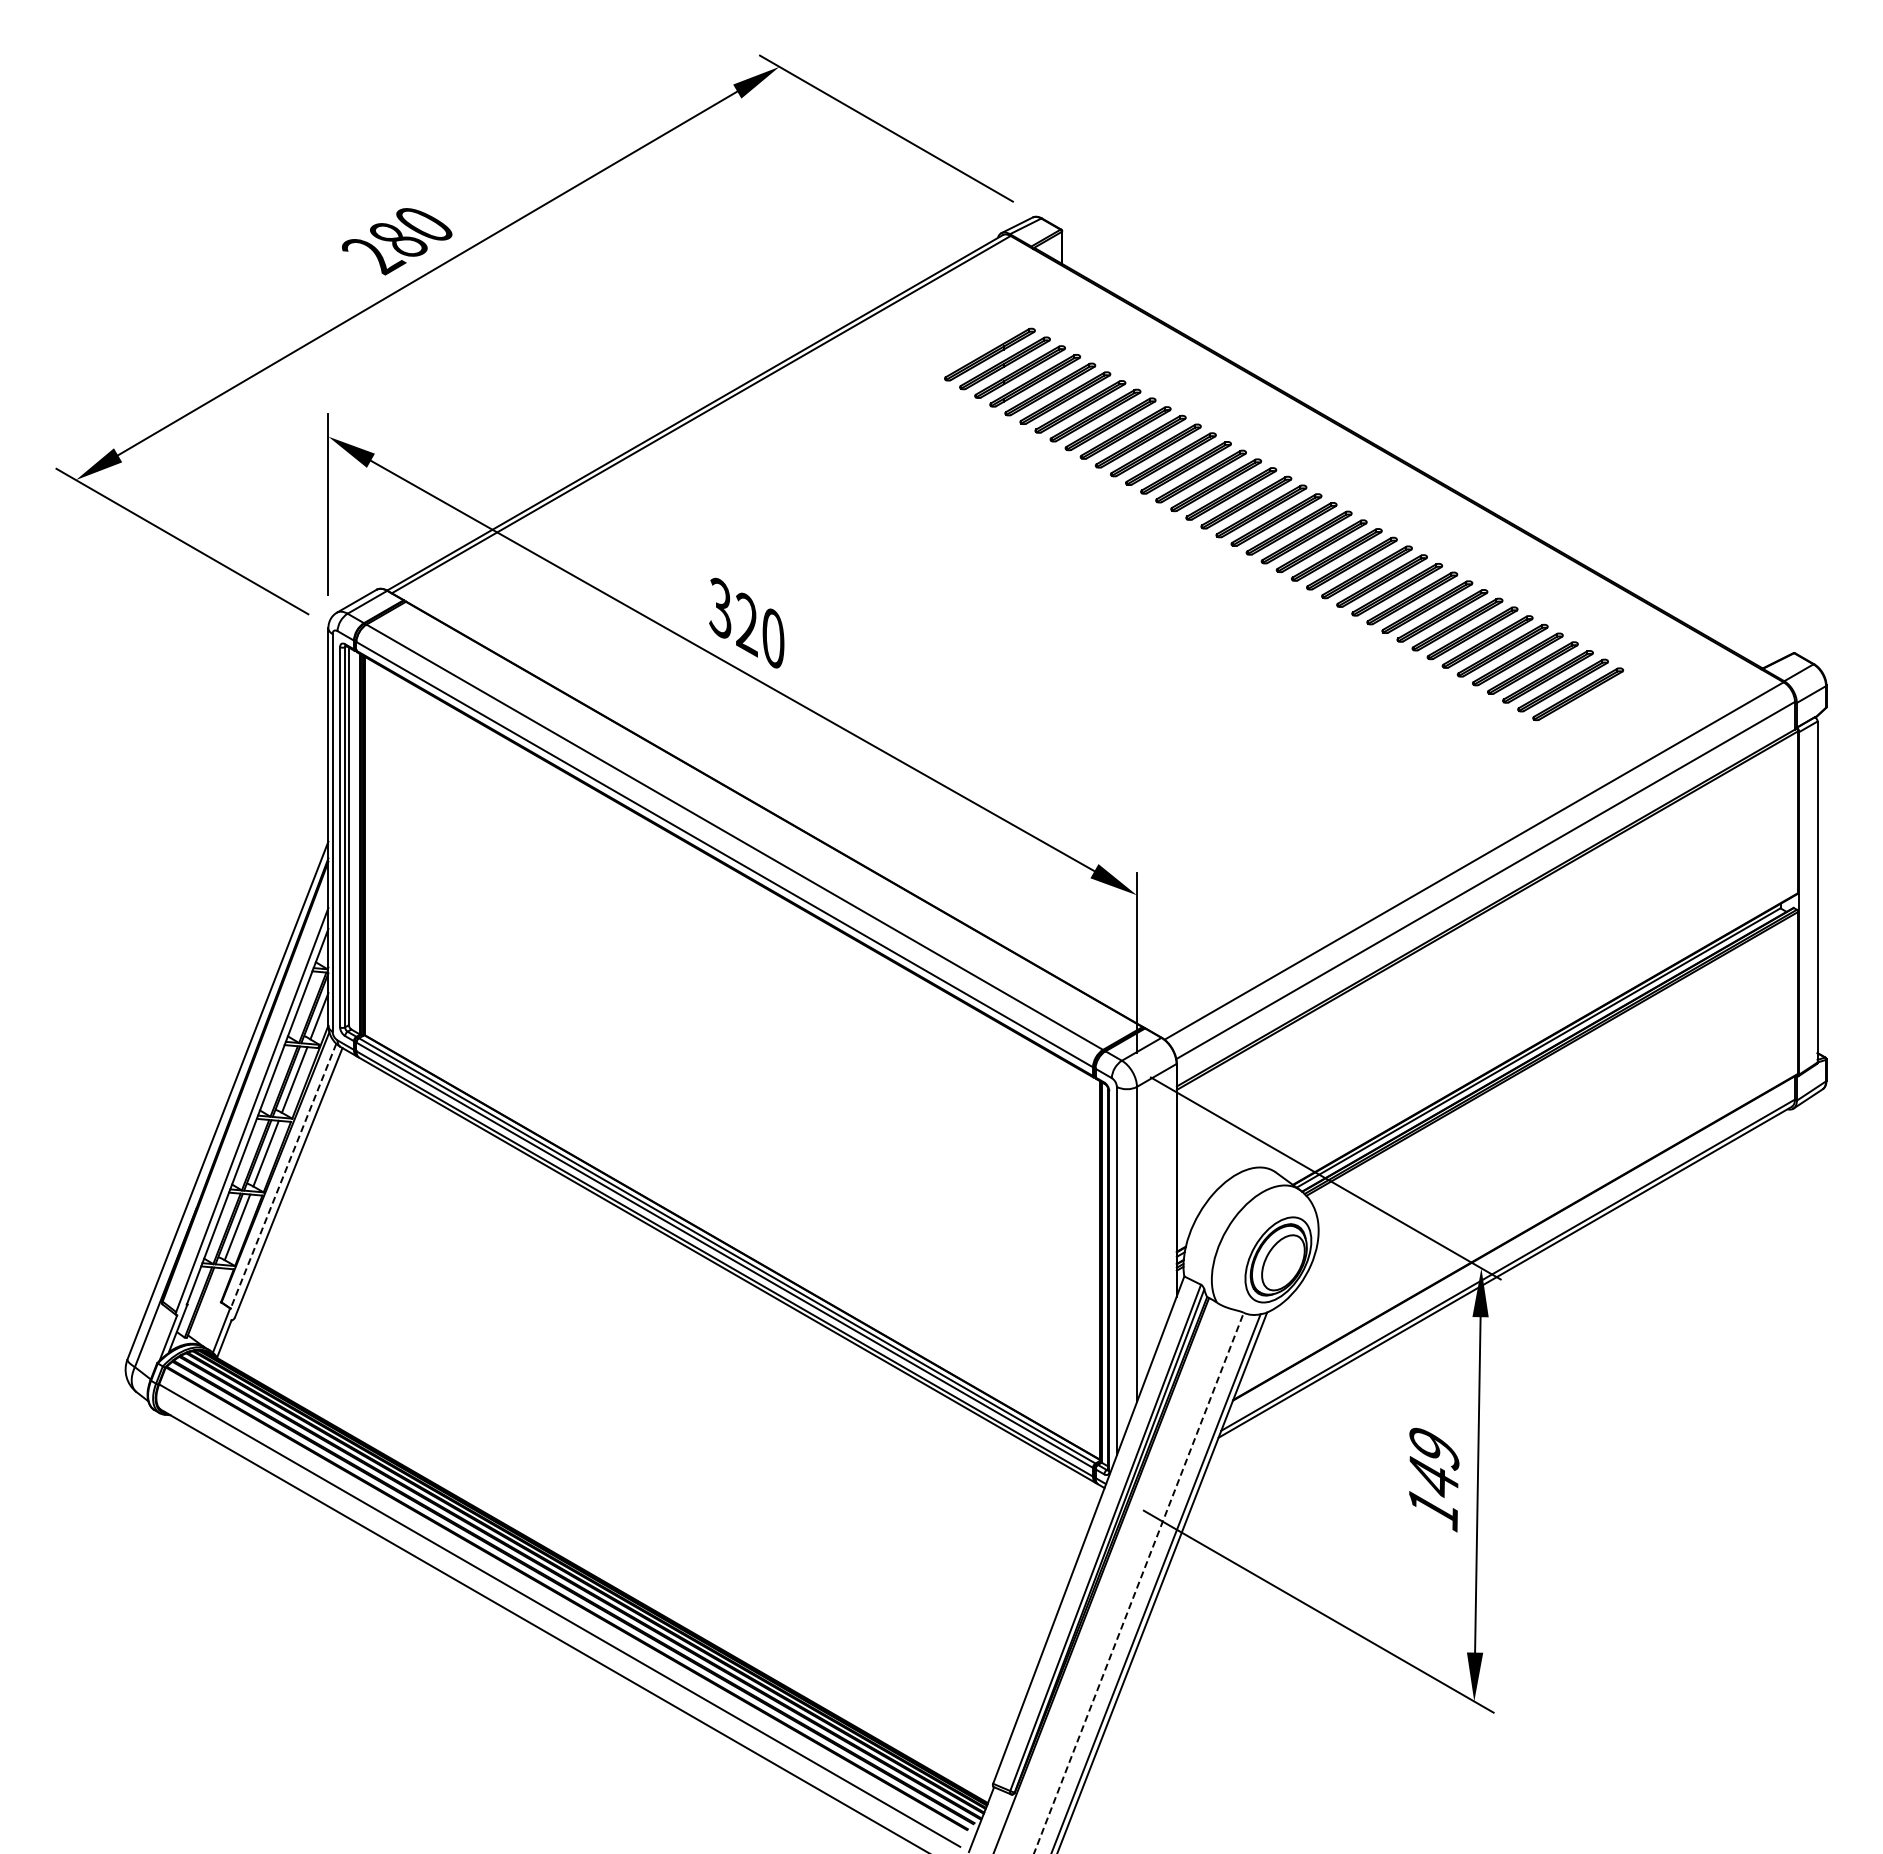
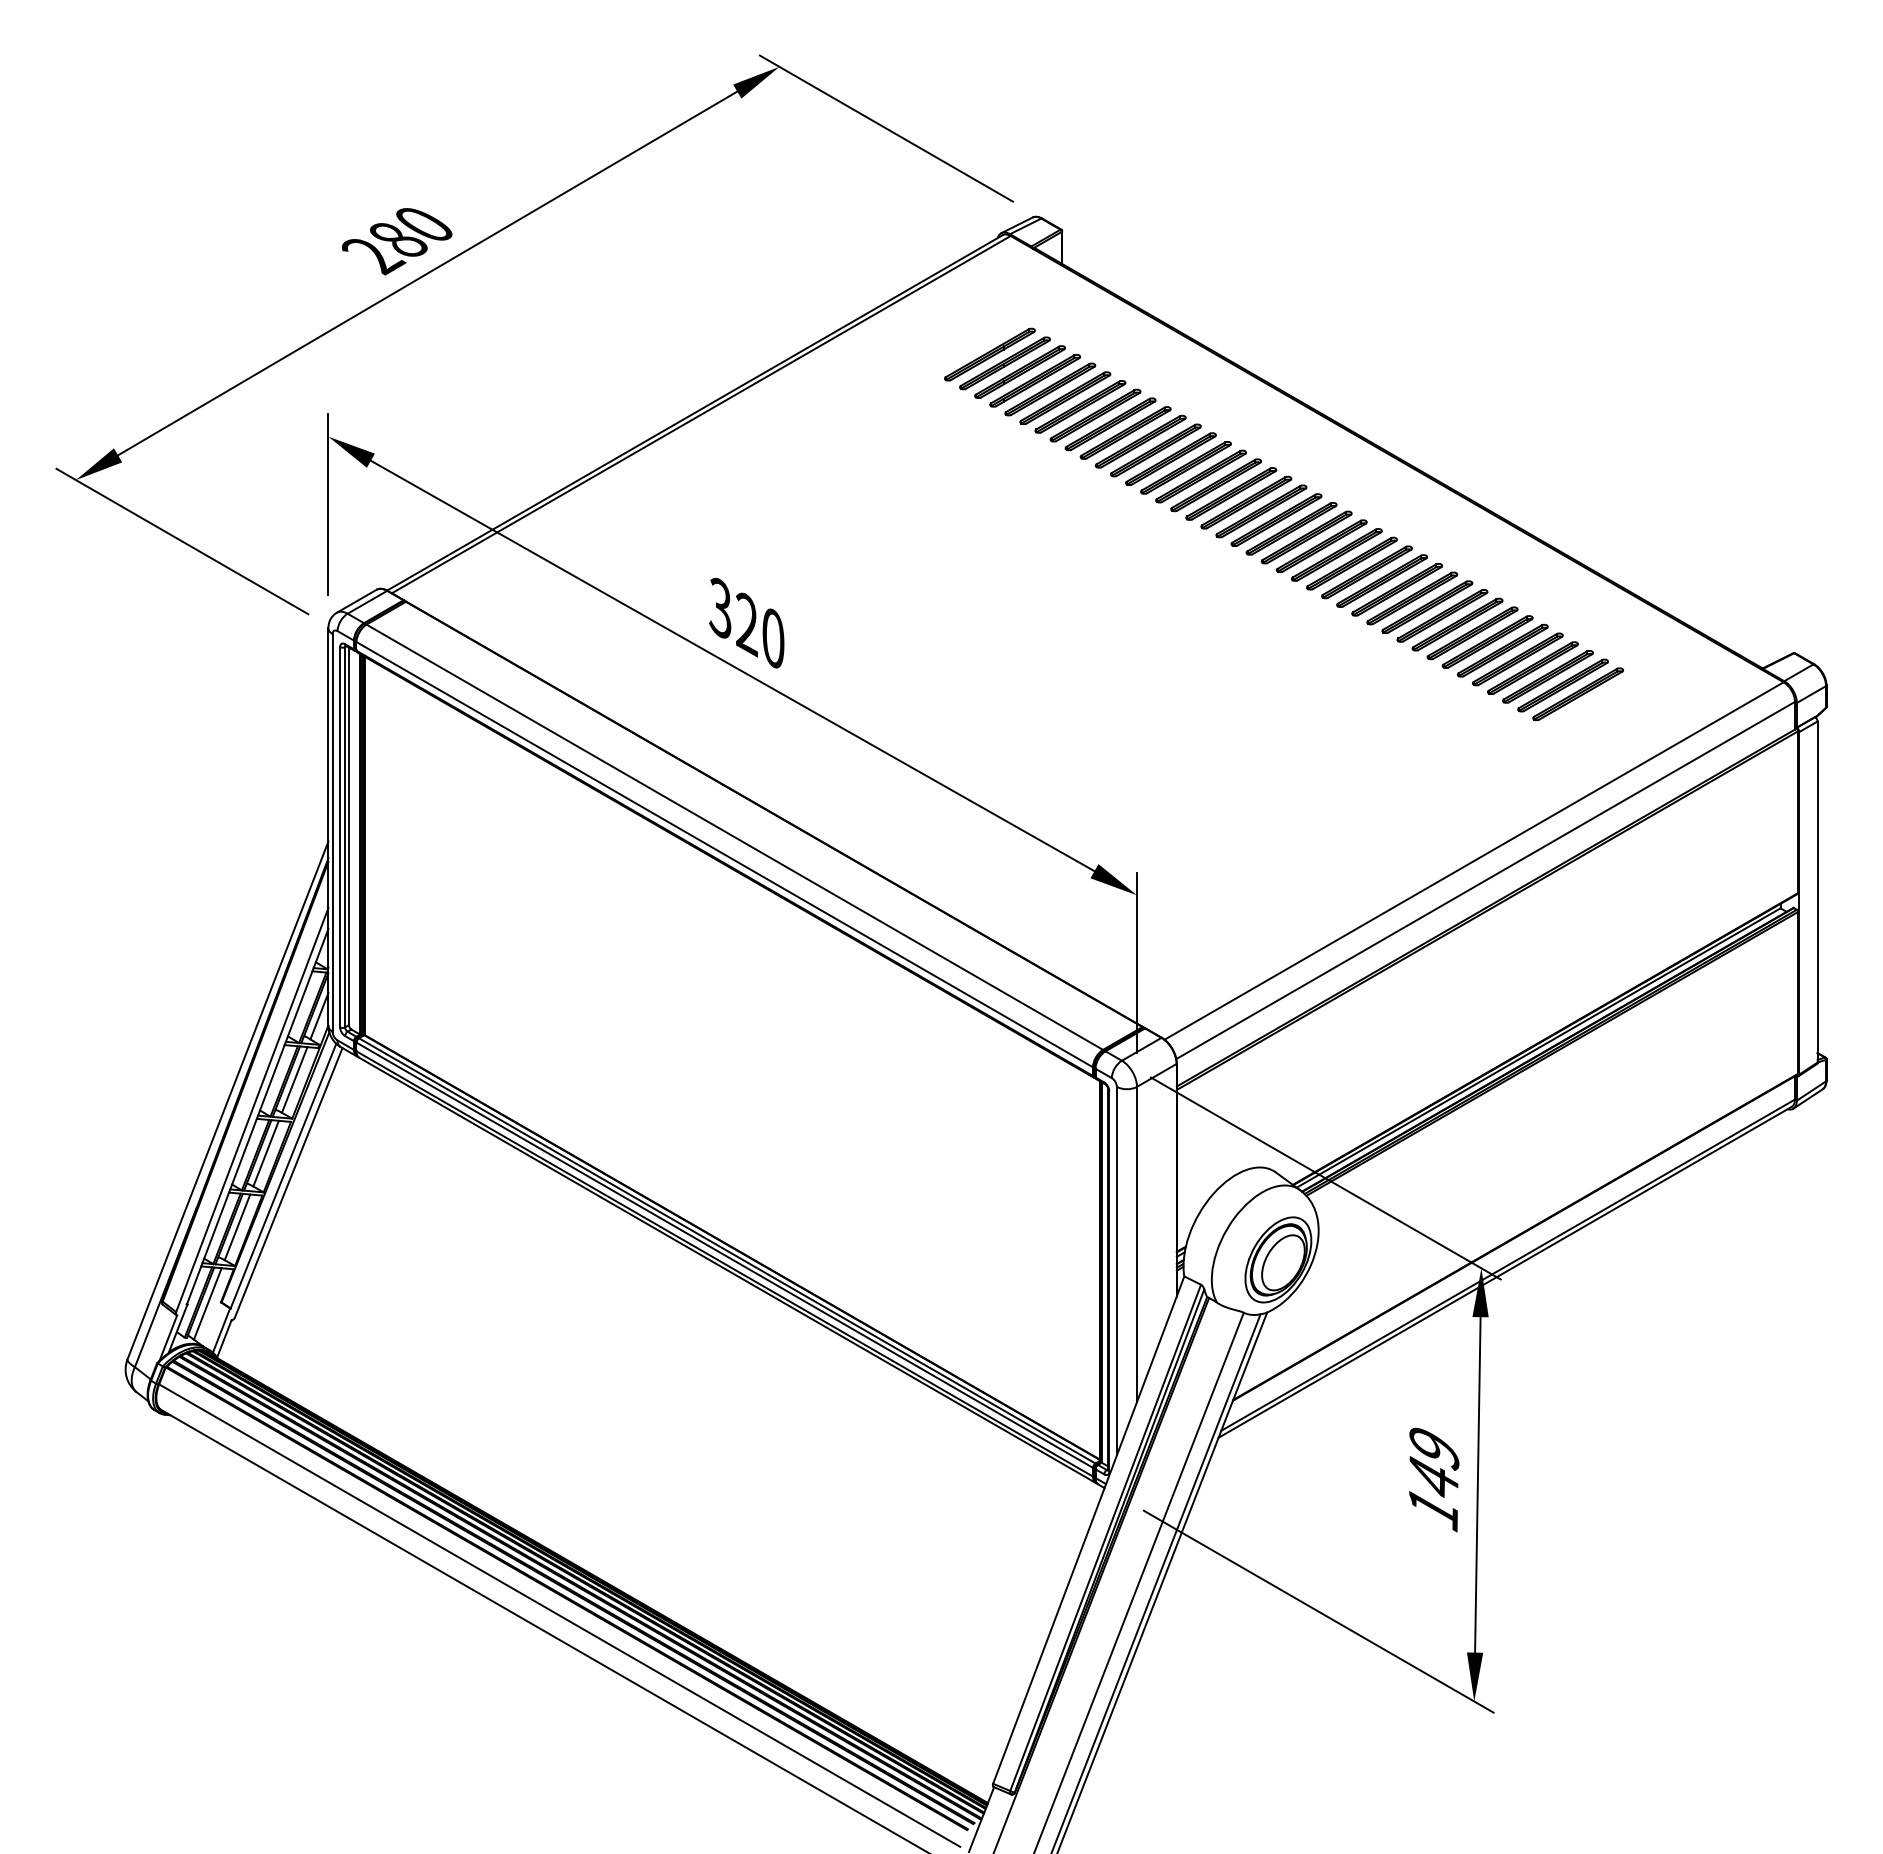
line at (283, 1176): dashed -> solid
line at (207, 1303): none -> present
line at (1138, 1582): dashed -> solid
